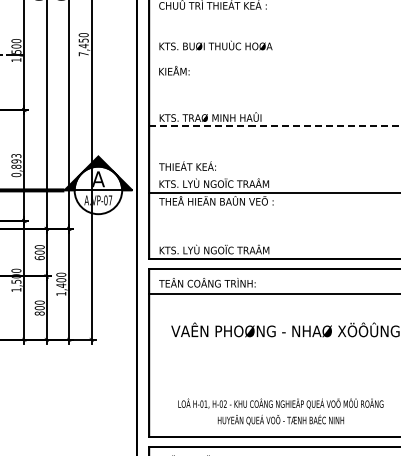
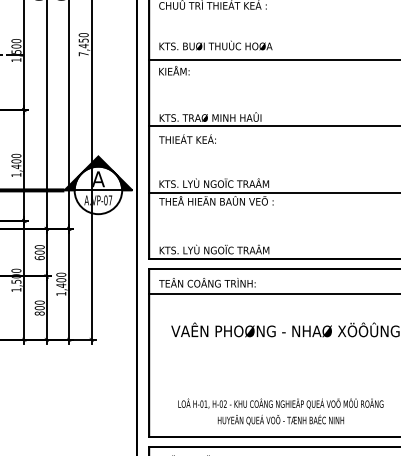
line at (273, 59): none -> present
line at (275, 126): dashed -> solid
text at (16, 165): 0,893 -> 1,400
text at (187, 165) position: (187, 165) -> (187, 138)
